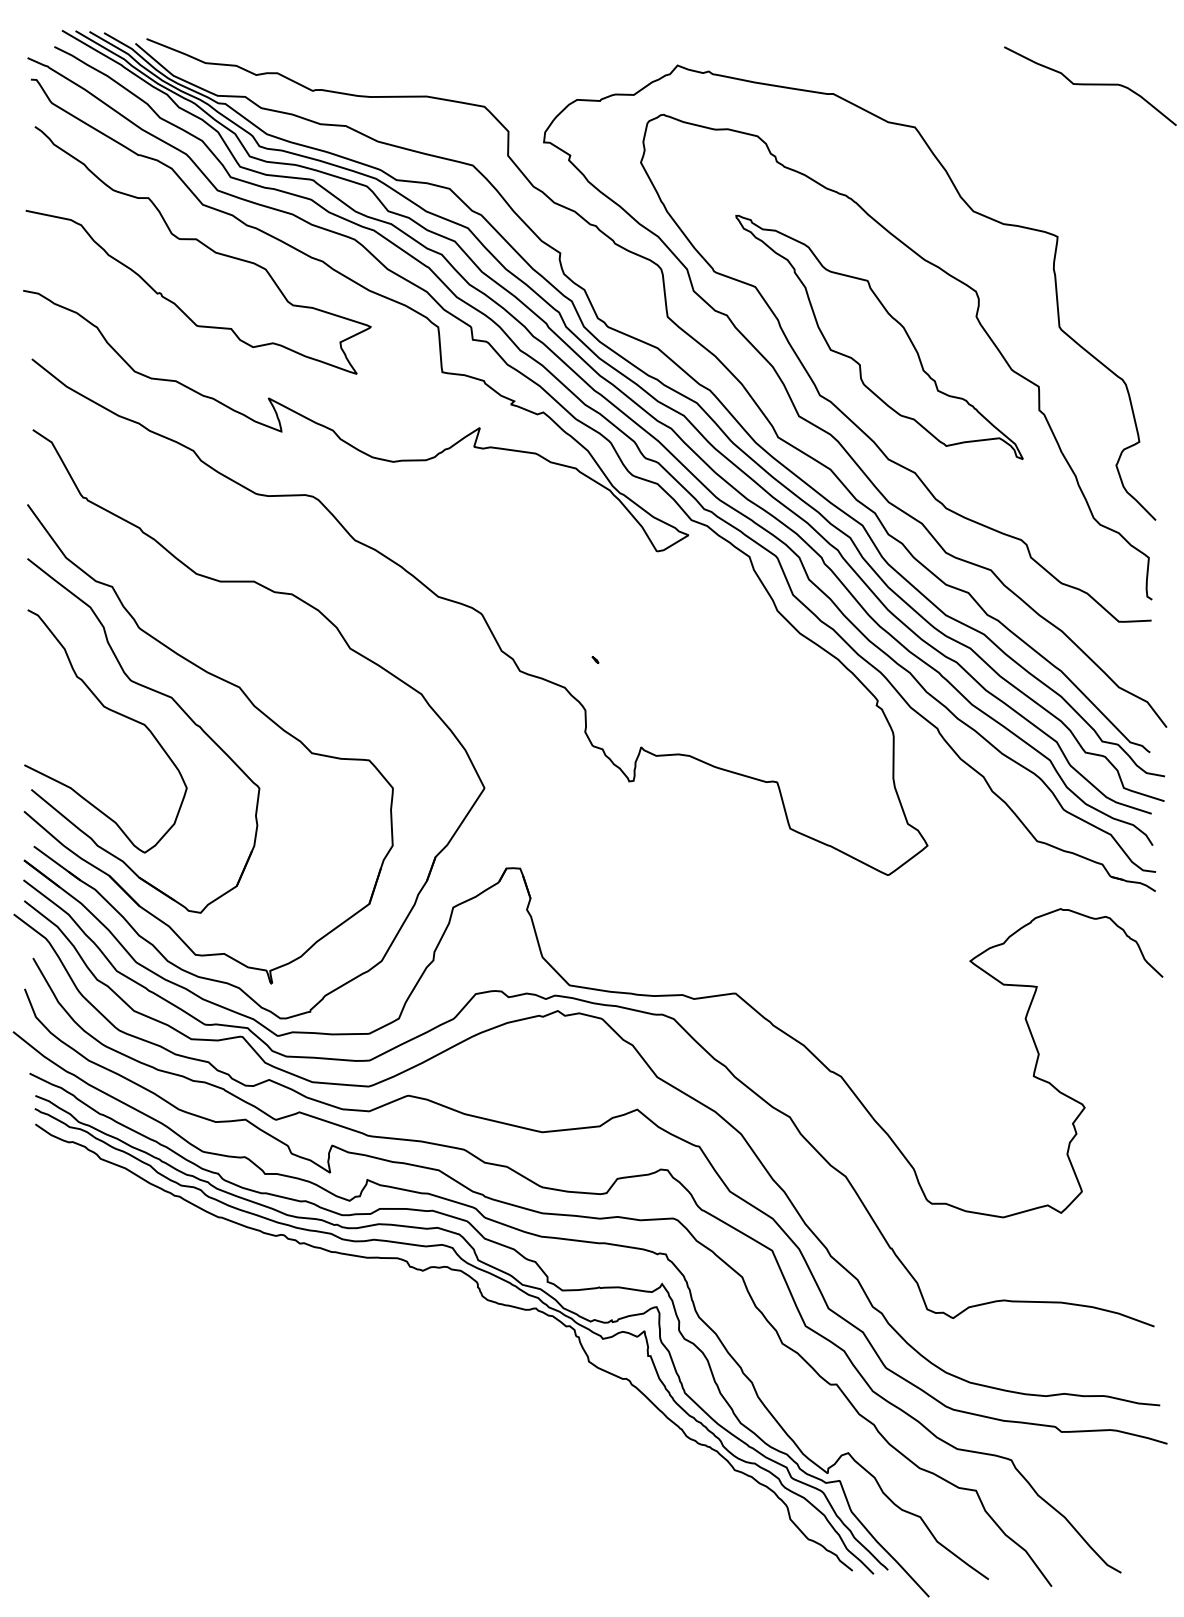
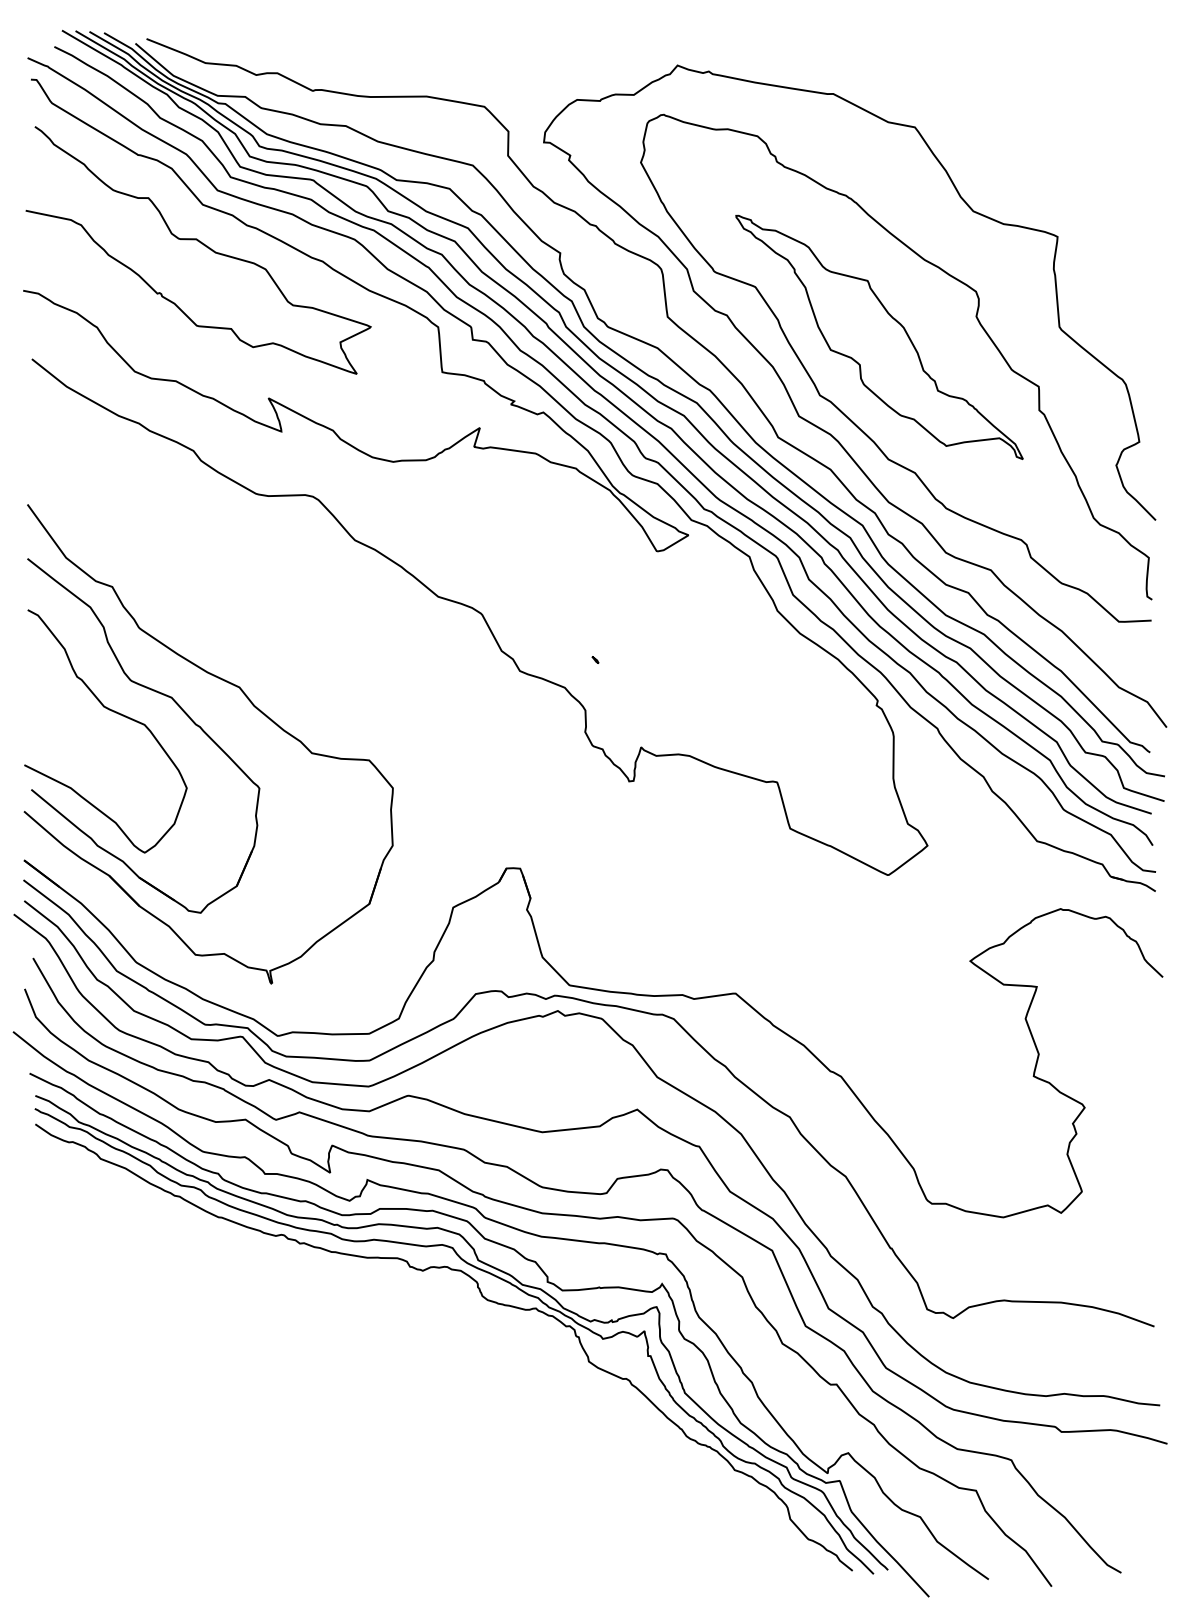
curve at (1090, 85): present -> none
part at (349, 649): present -> none
